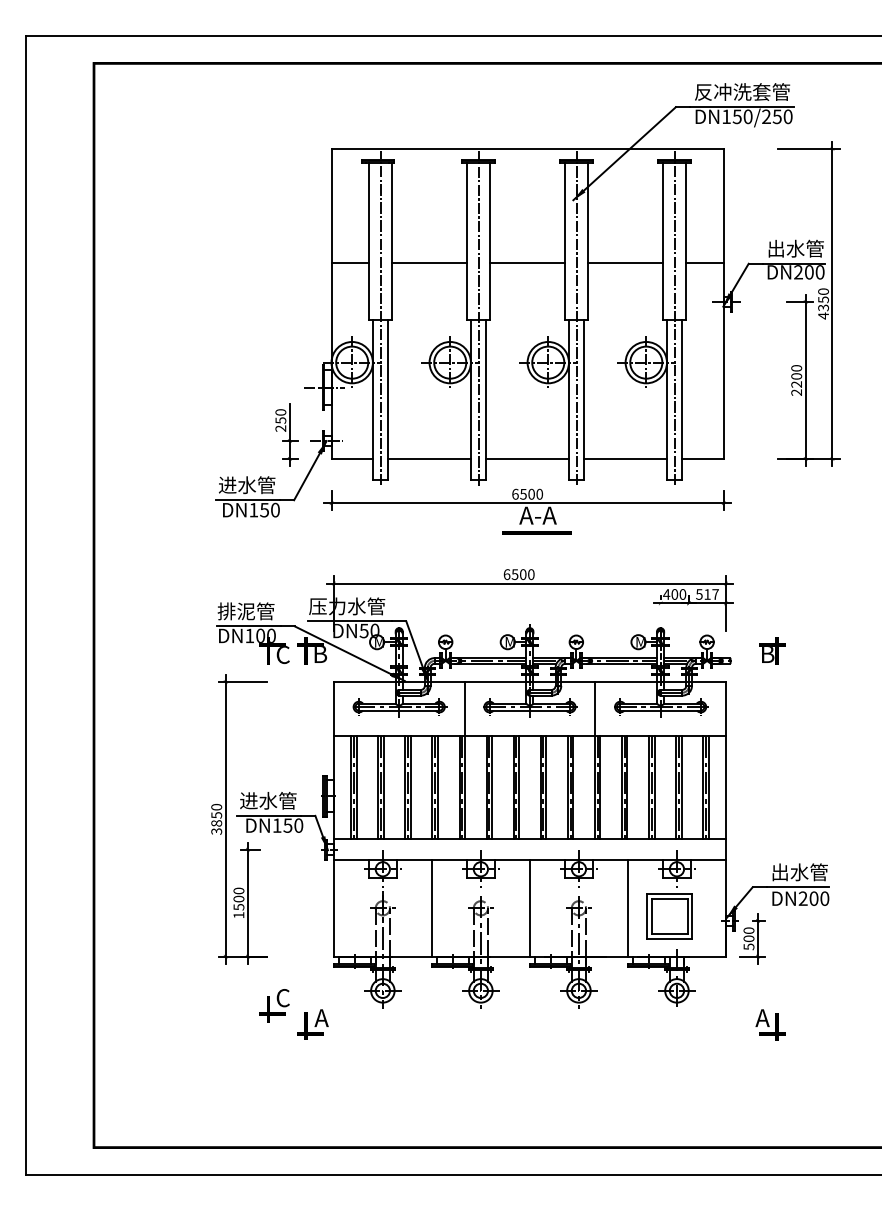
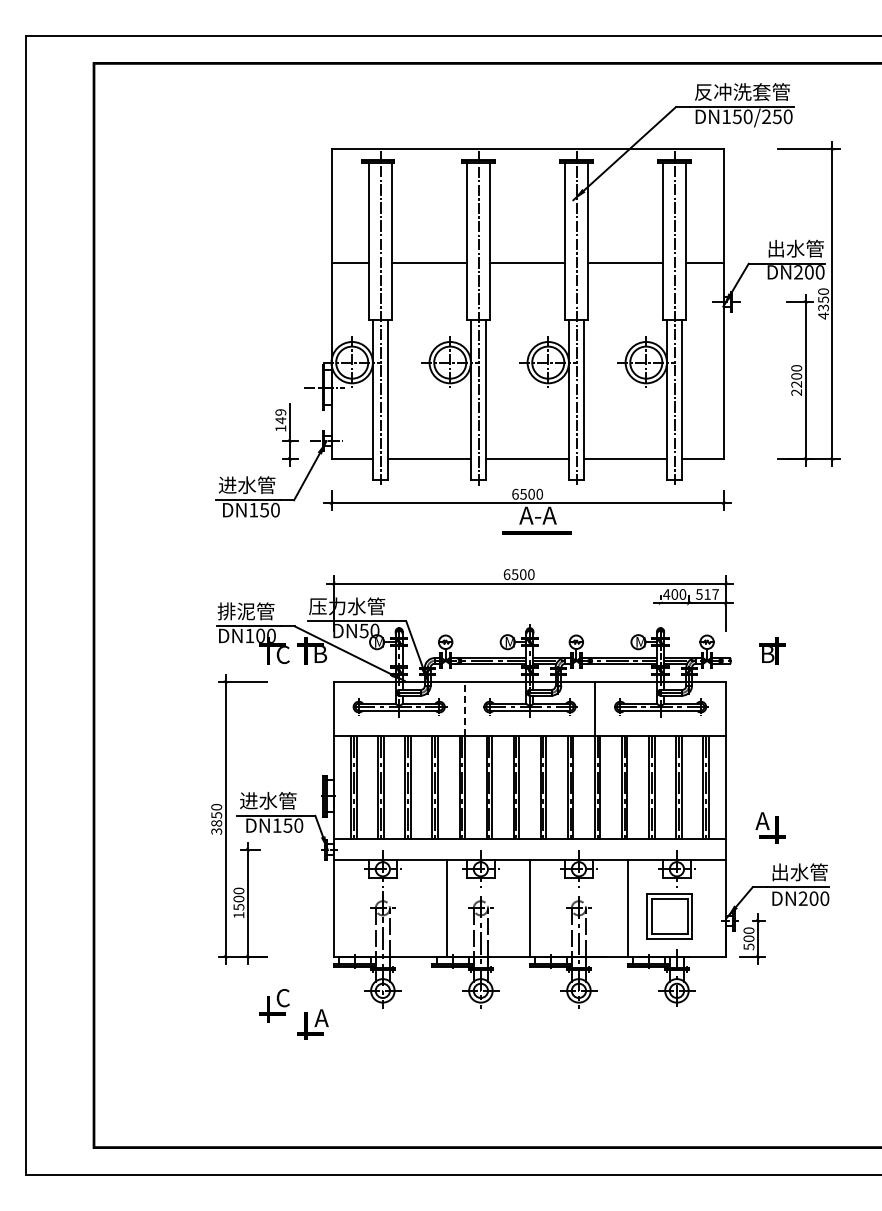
text at (280, 420): 250 -> 149
line at (464, 708): solid -> dashed
line at (431, 908) position: (431, 908) -> (446, 908)
text at (770, 1024) position: (770, 1024) -> (770, 827)
